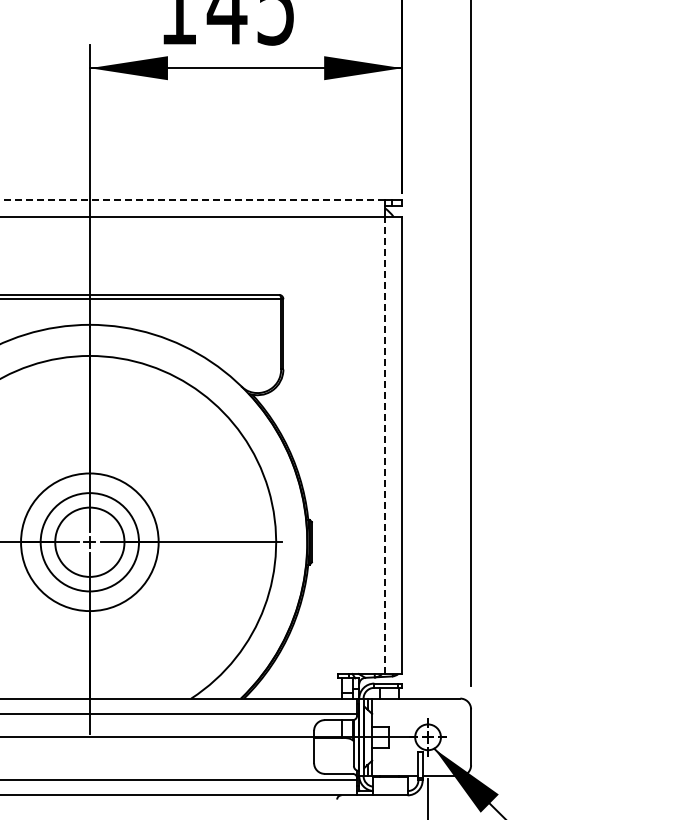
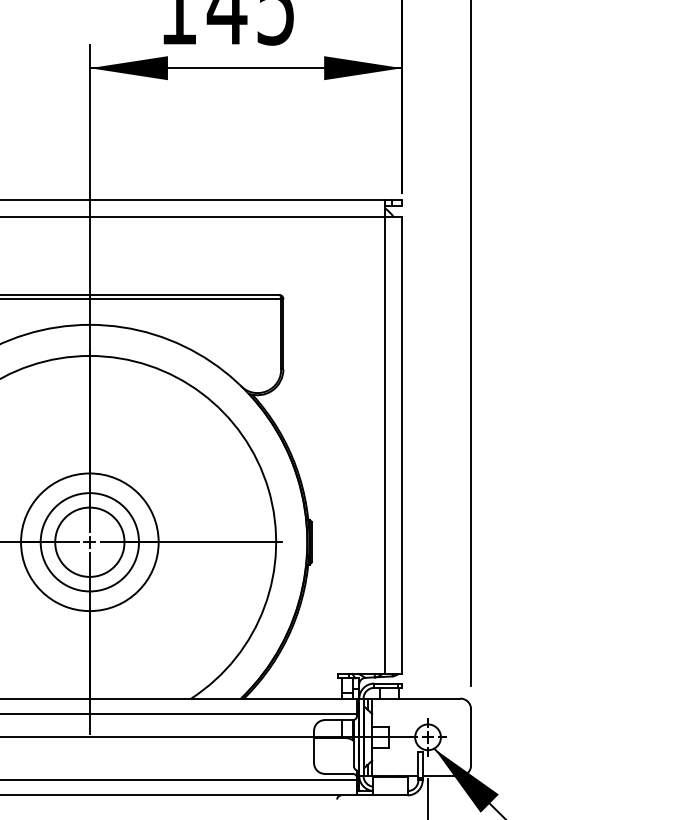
line at (192, 199): dashed -> solid
line at (385, 445): dashed -> solid
